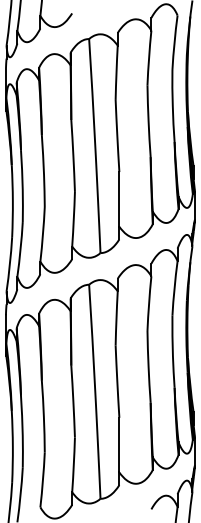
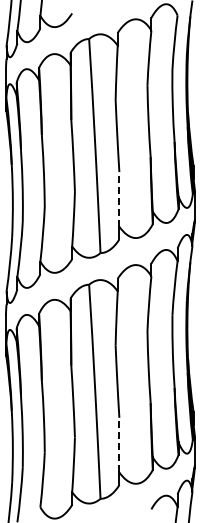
line at (119, 198): solid -> dashed
line at (119, 444): solid -> dashed
